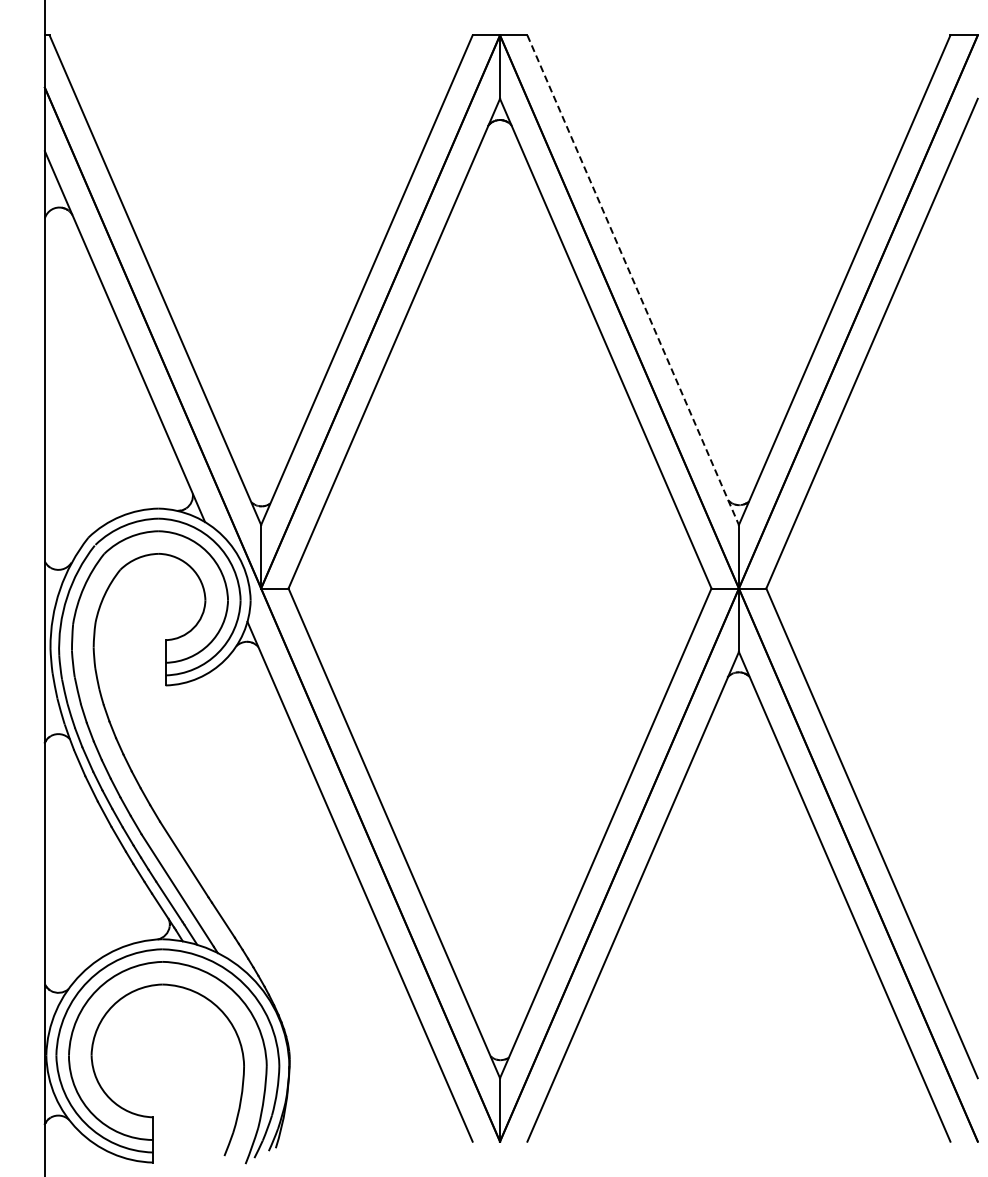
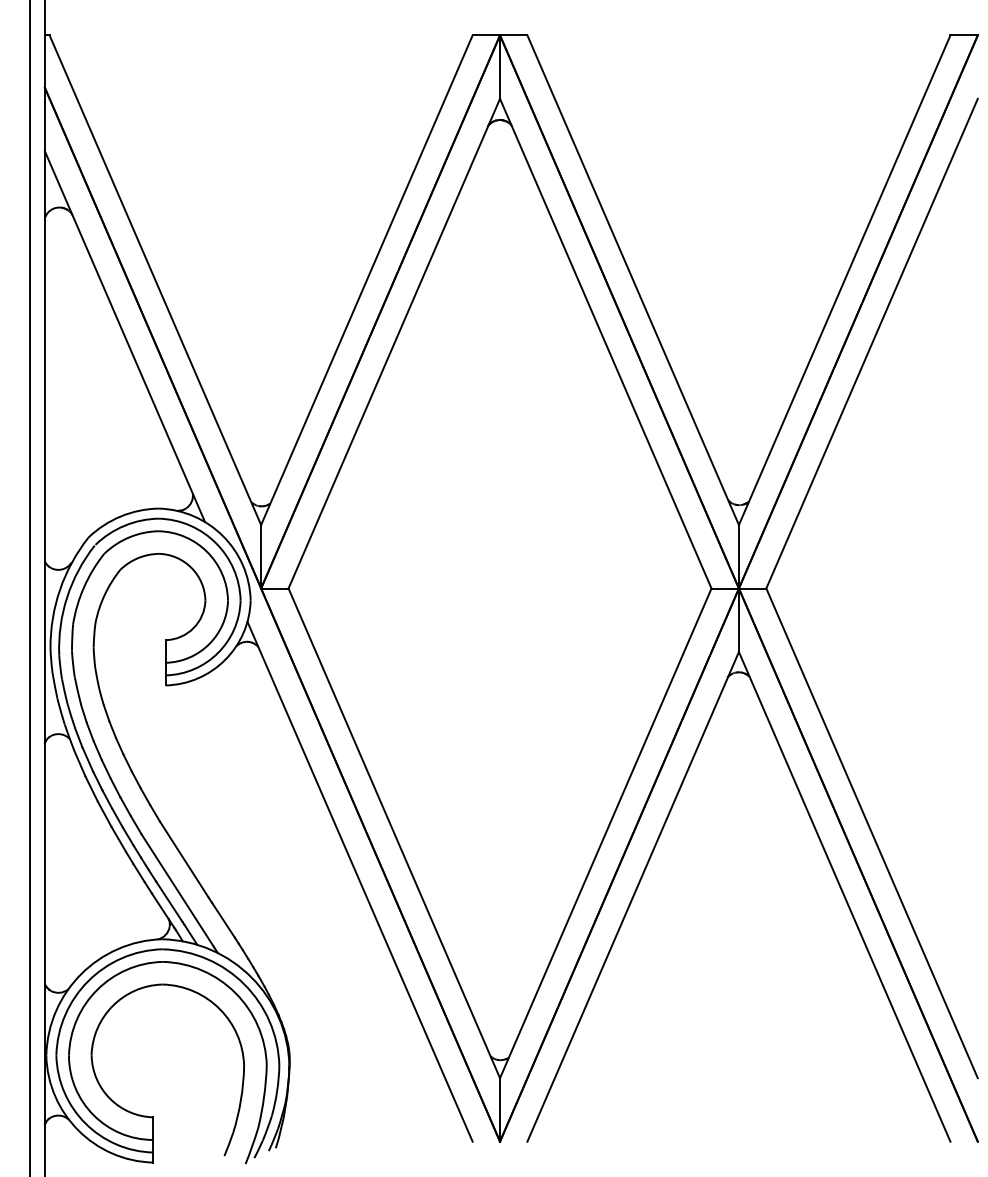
line at (633, 280): dashed -> solid
line at (29, 587): none -> present
